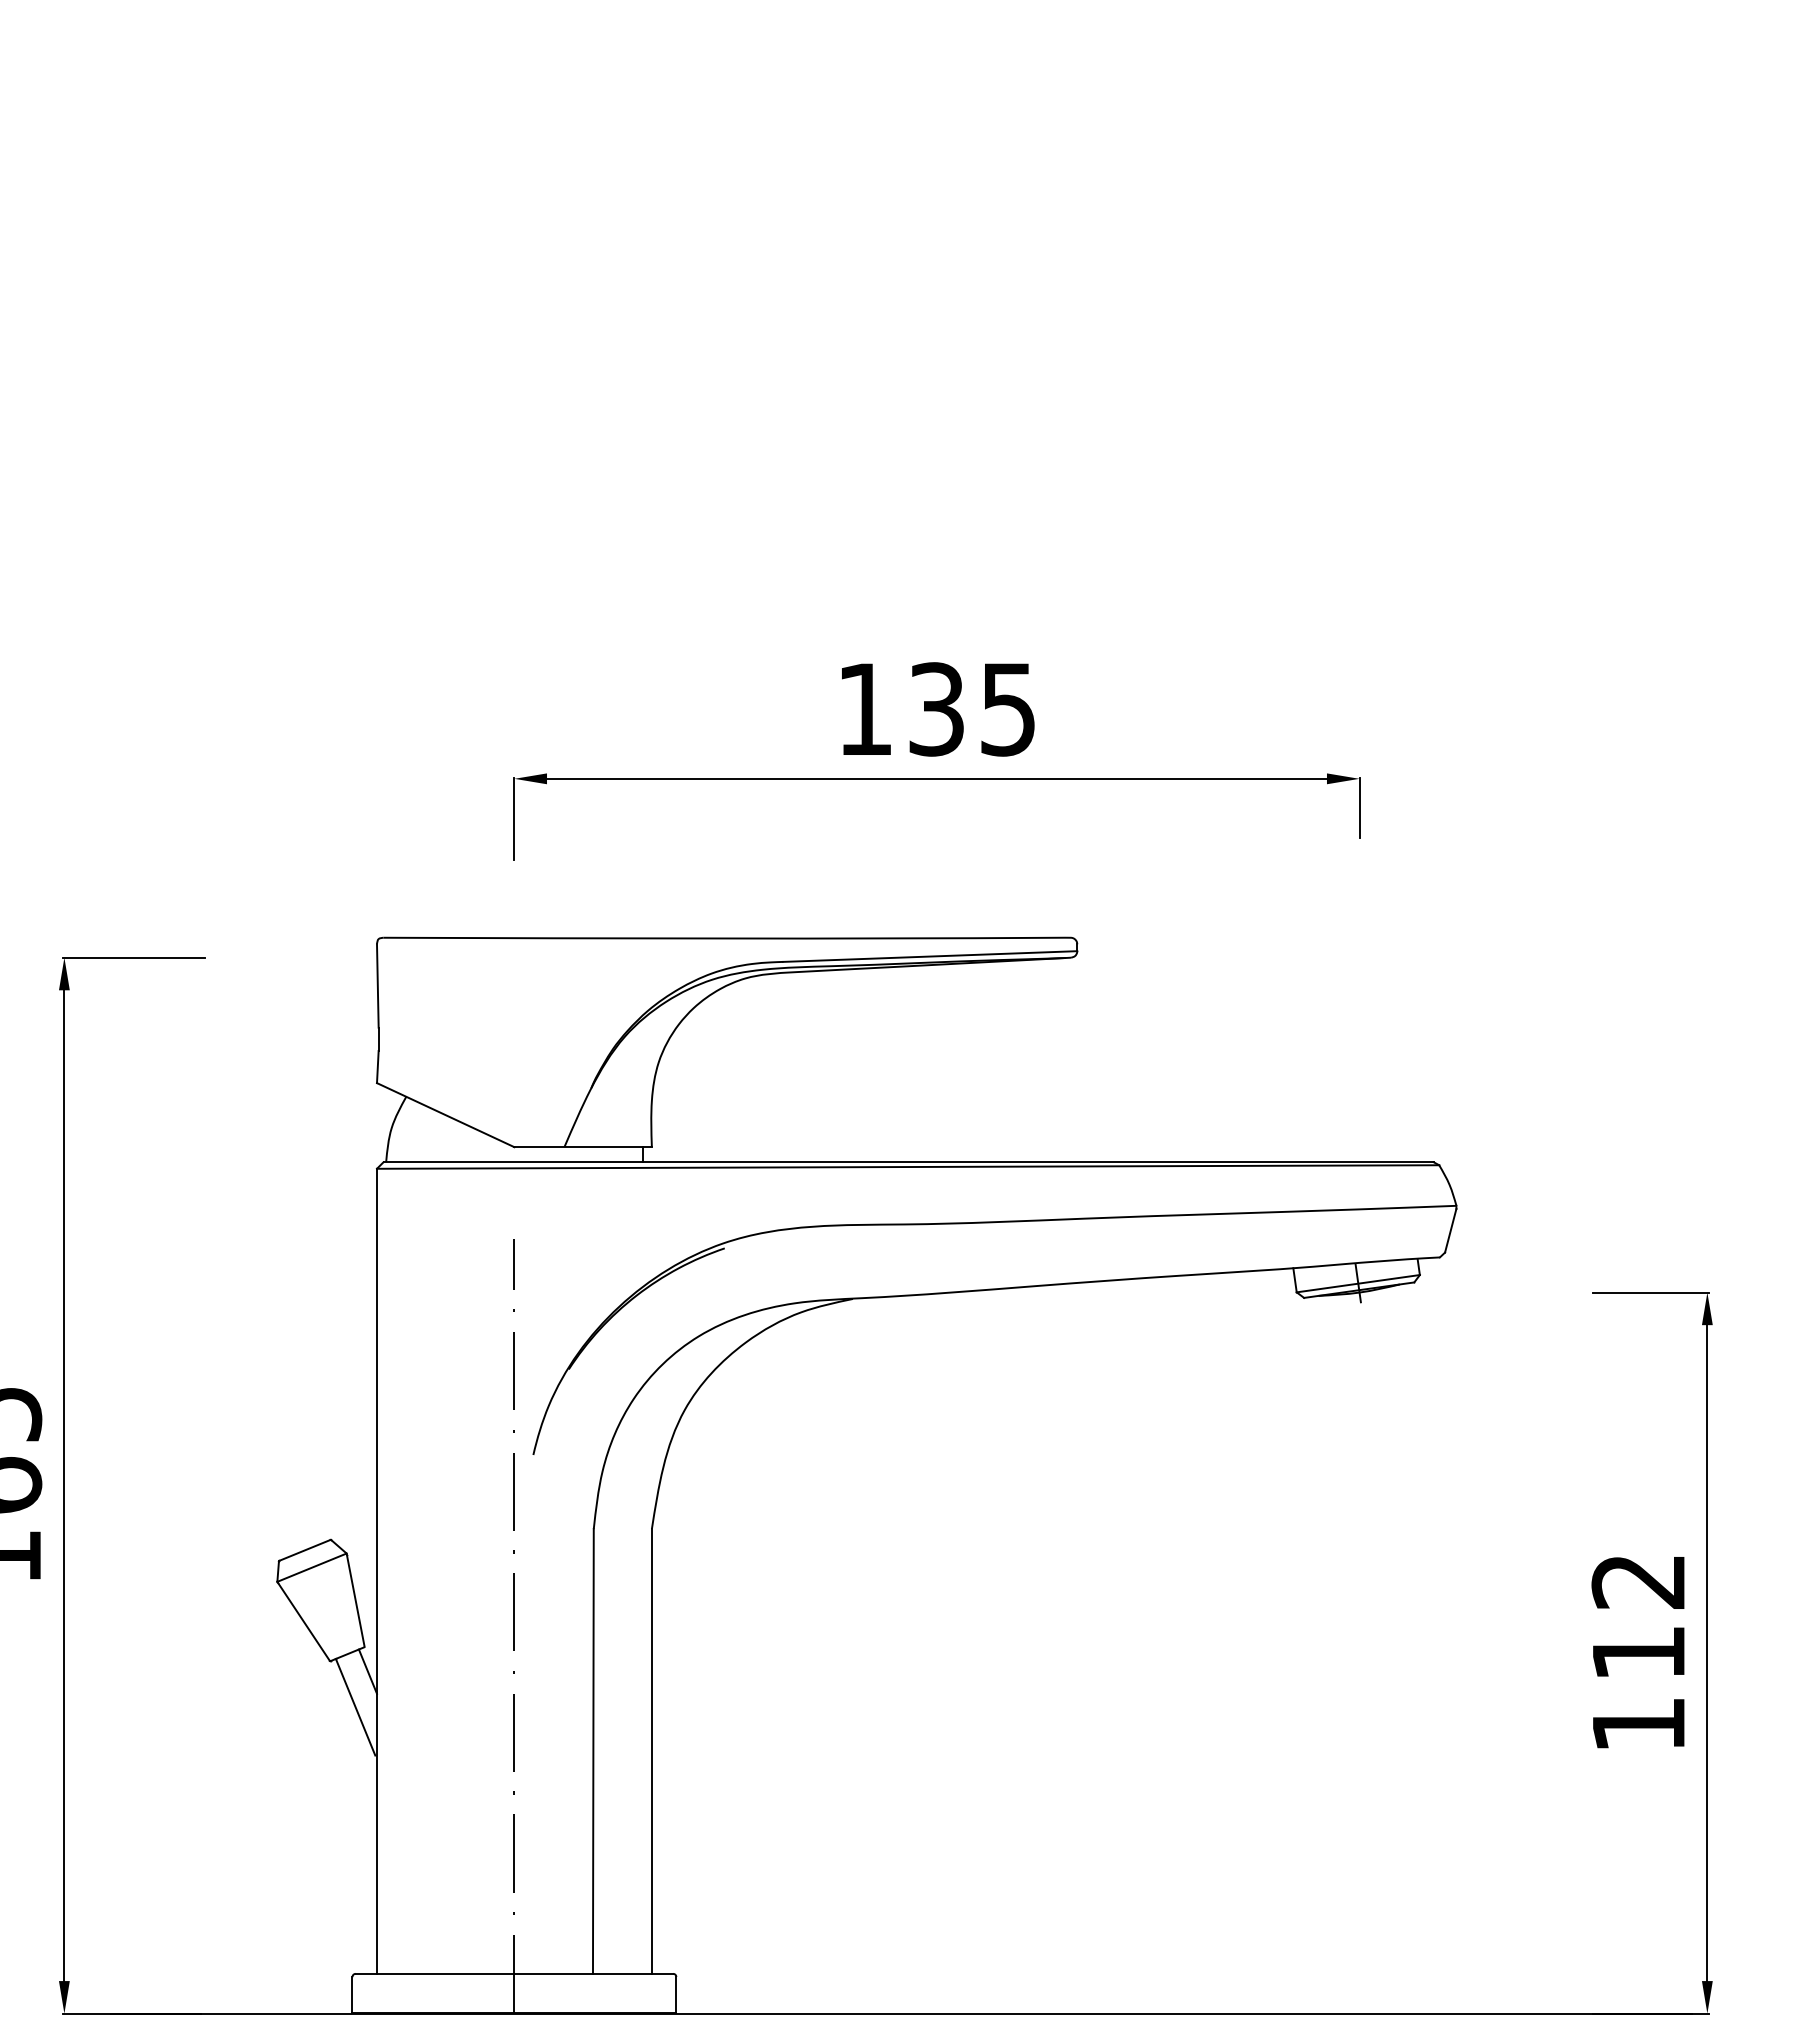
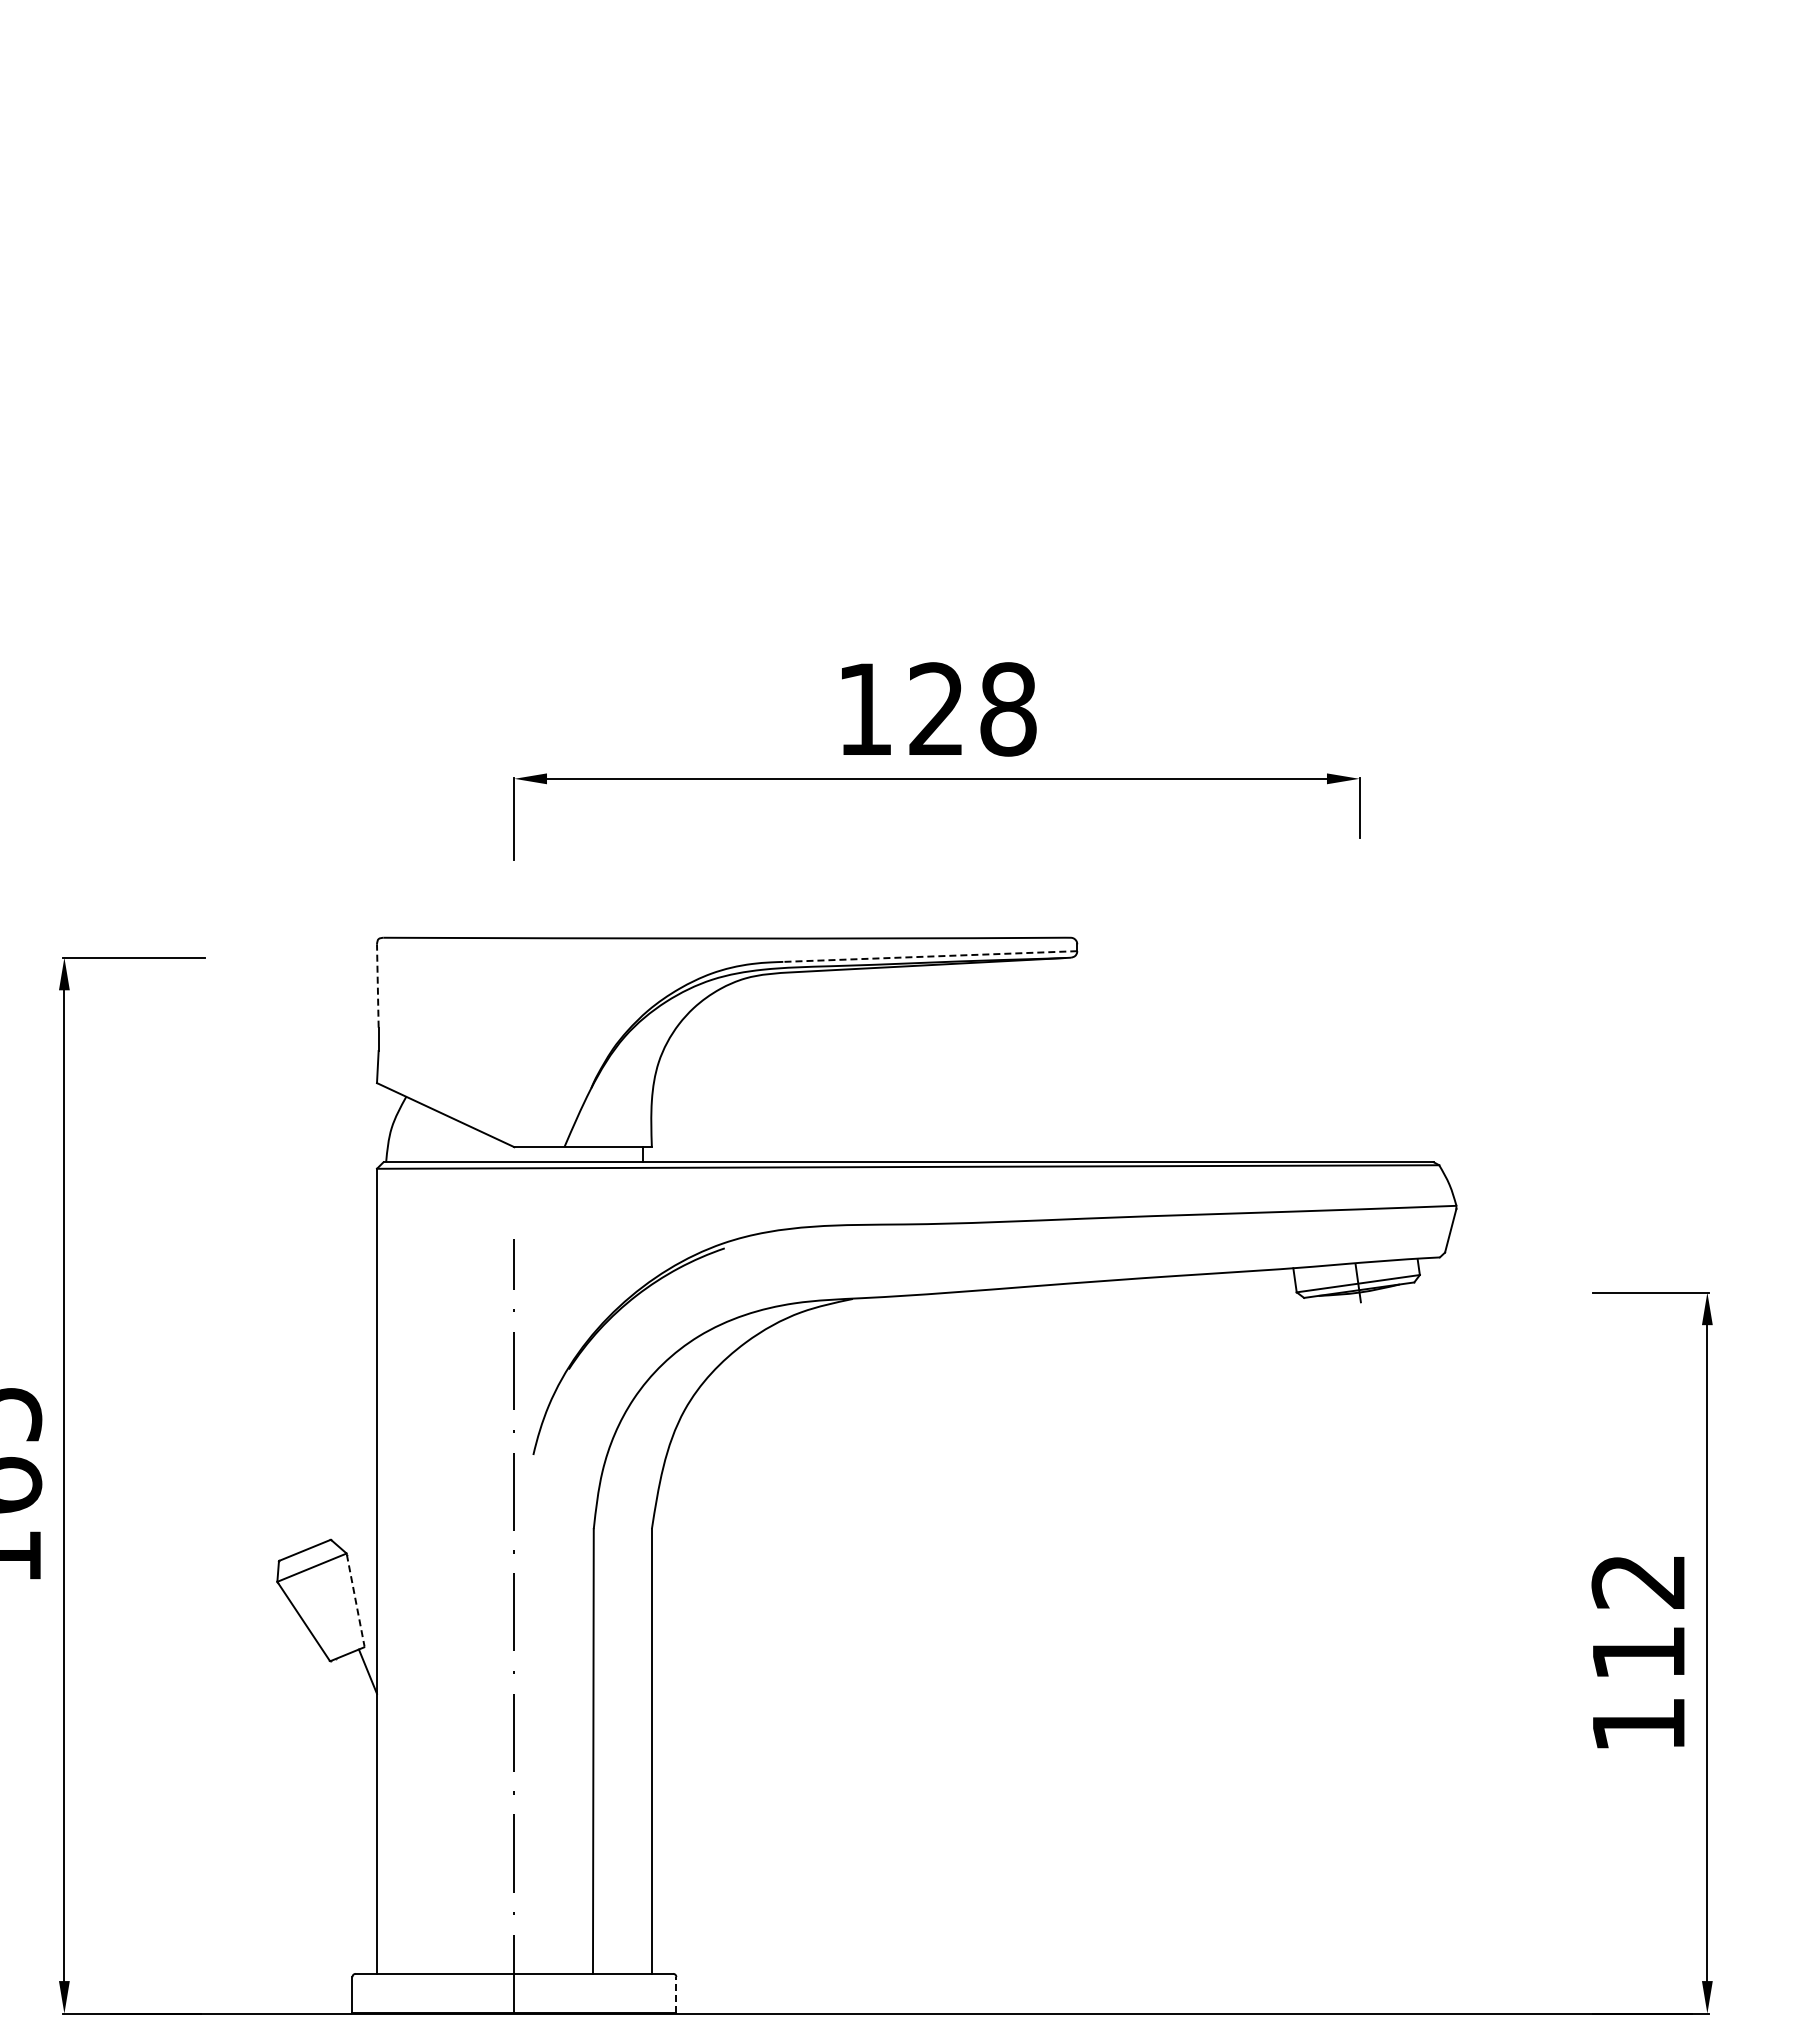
text at (972, 709): 135 -> 128
line at (929, 956): solid -> dashed
line at (377, 985): solid -> dashed
line at (355, 1600): solid -> dashed
line at (355, 1706): present -> none
line at (676, 1995): solid -> dashed
